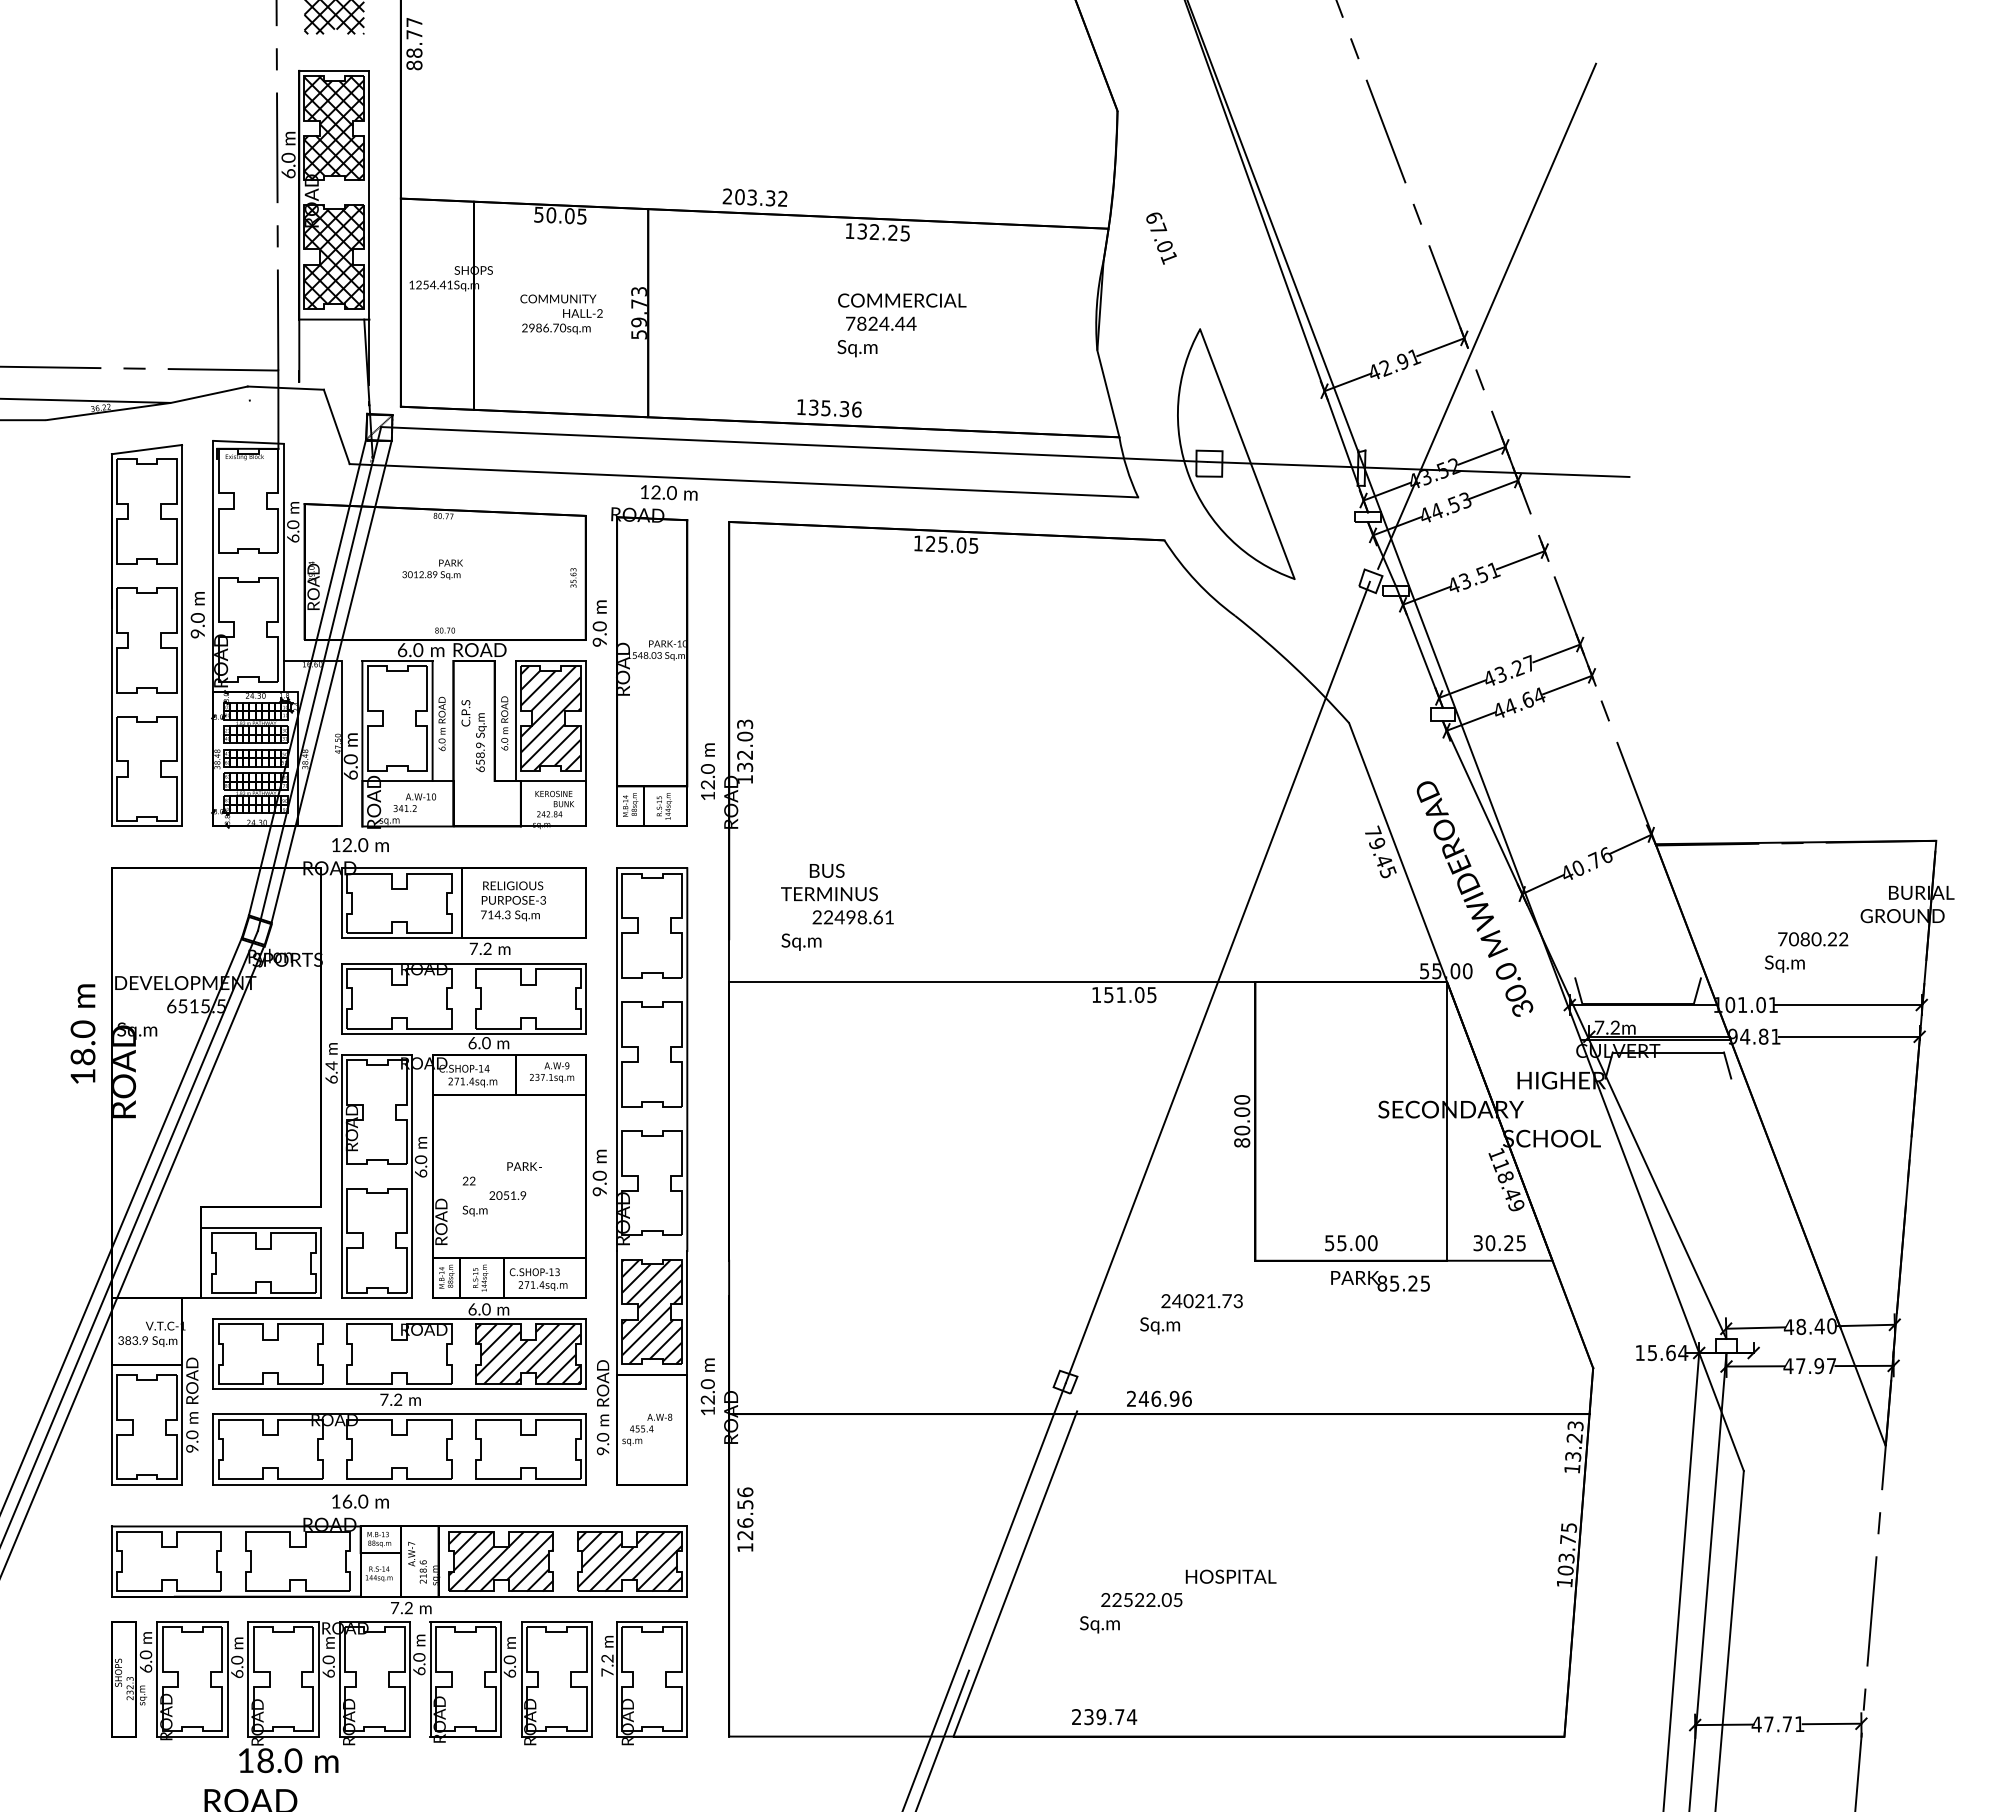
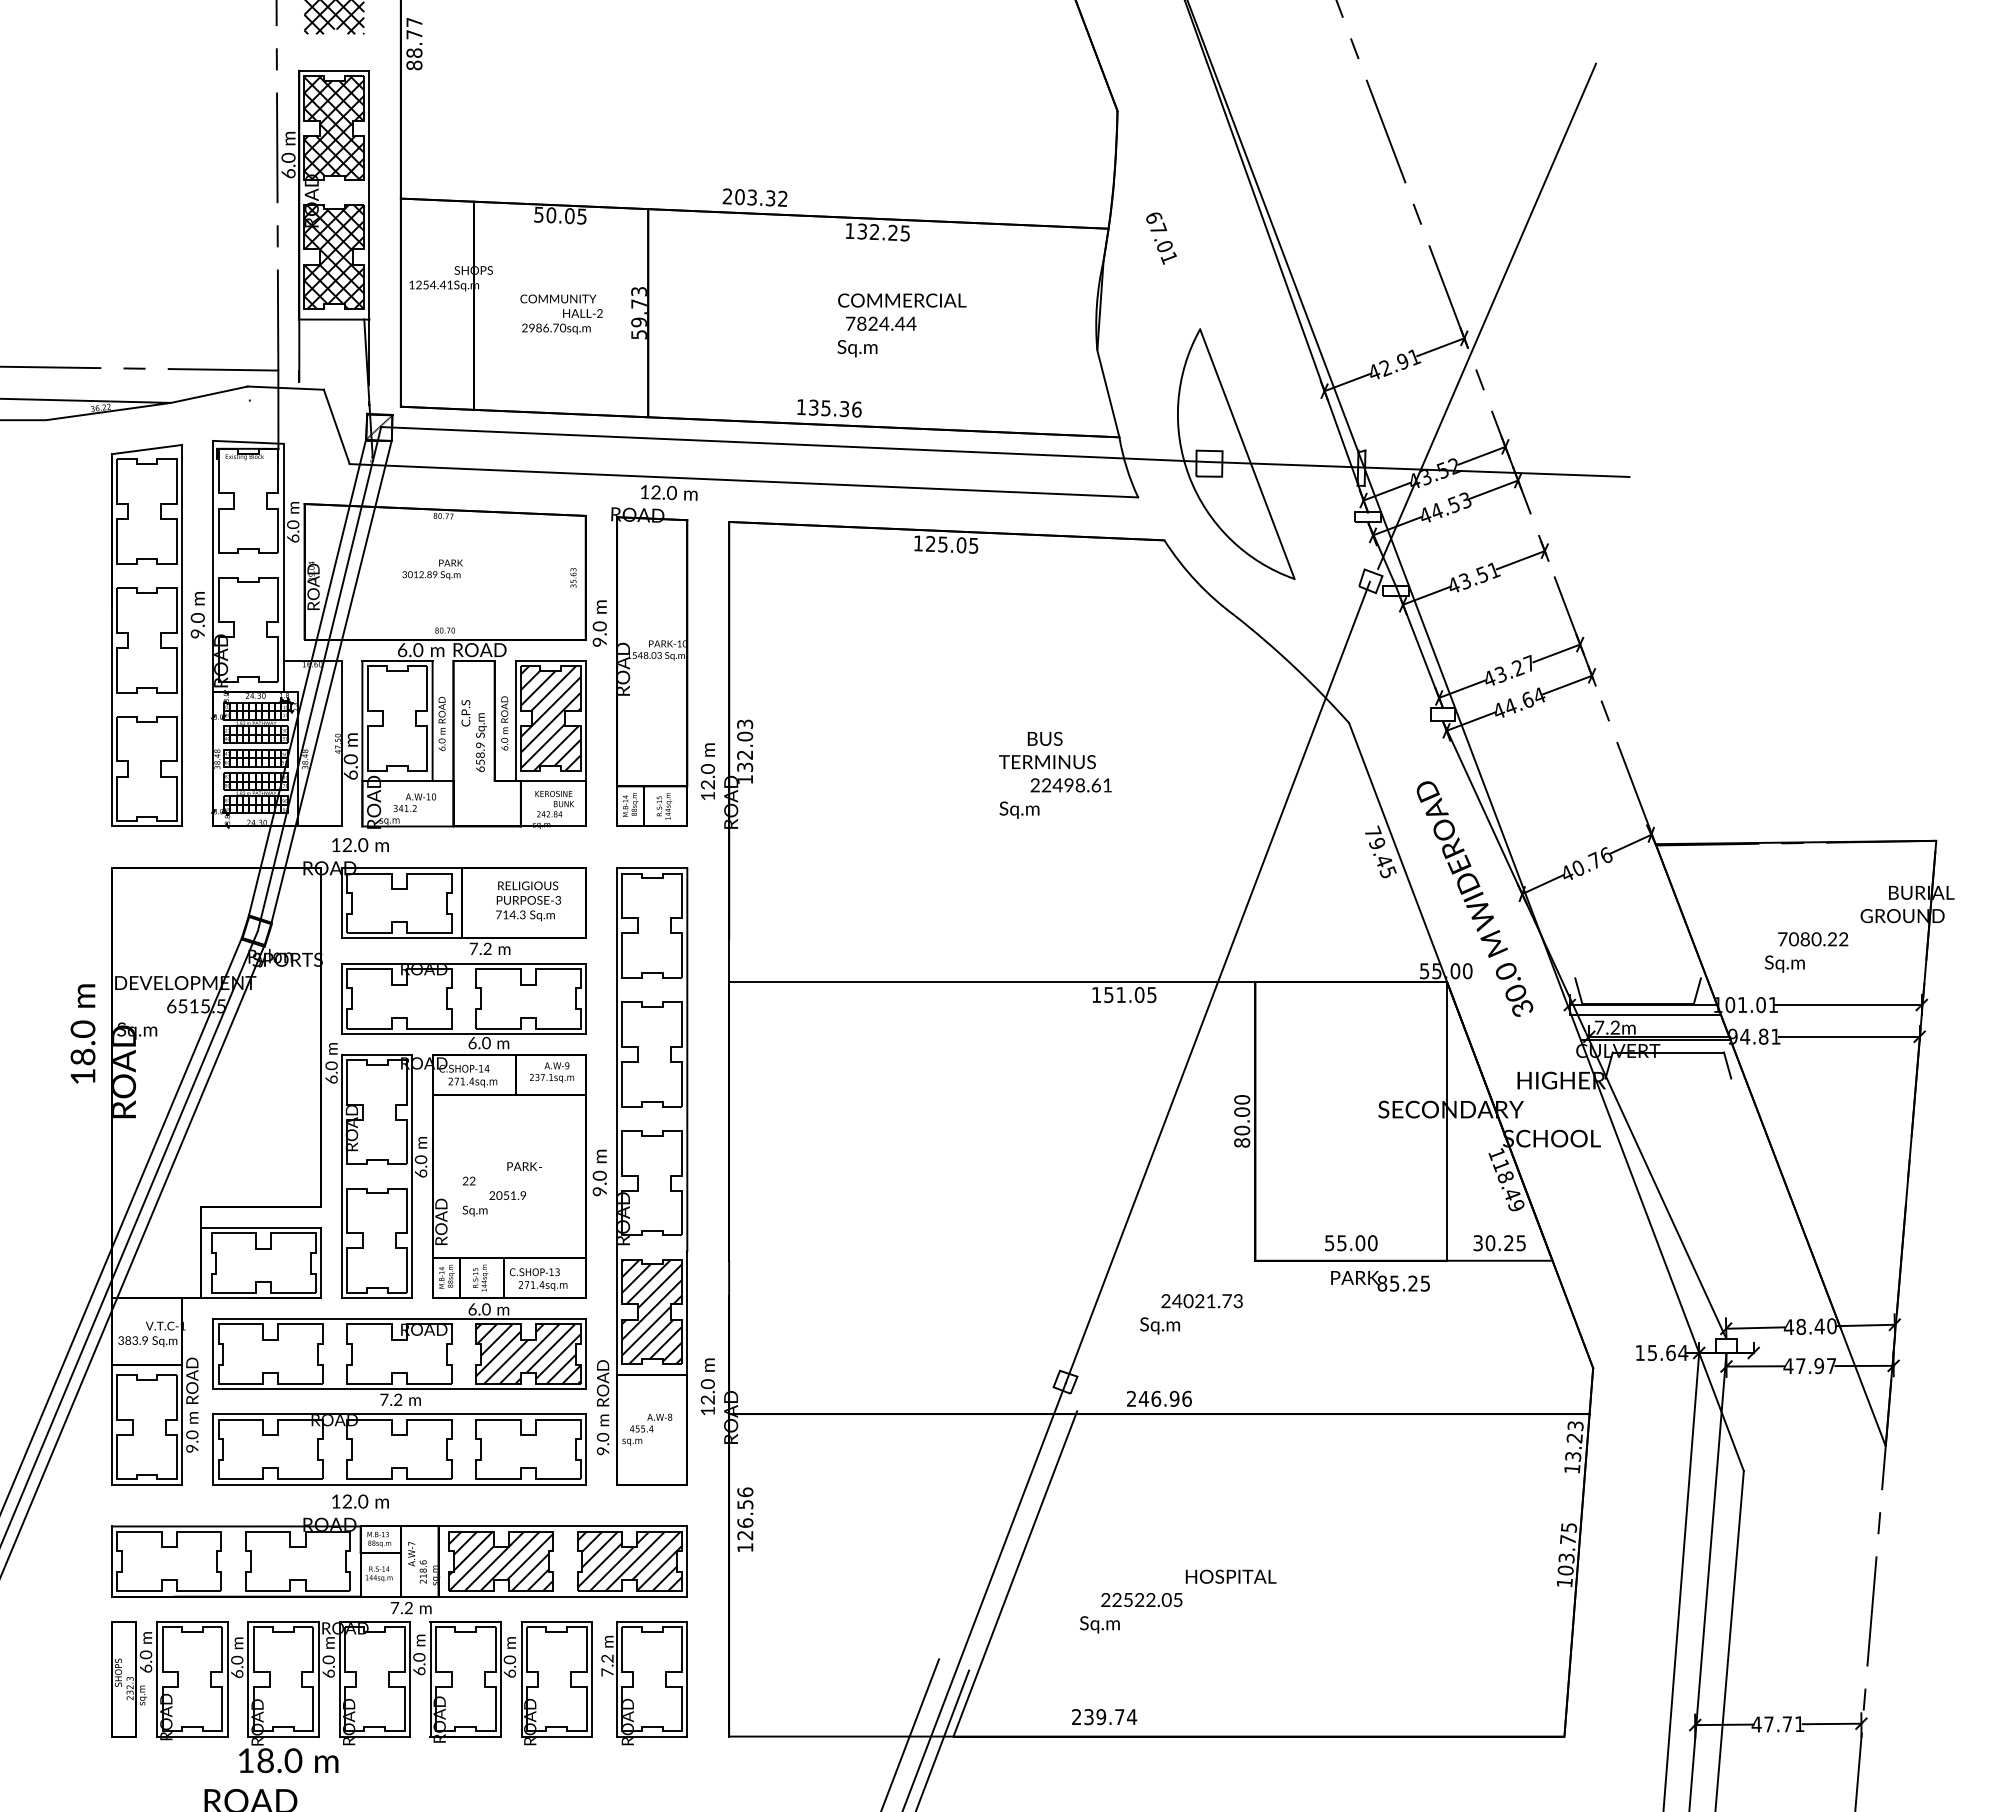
text at (513, 901) position: (513, 901) -> (528, 901)
text at (837, 906) position: (837, 906) -> (1055, 774)
line at (1646, 1015): none -> present
text at (331, 1065): 6.4 -> 6.0
text at (347, 1501): 16.0 -> 12.0
line at (910, 1733): none -> present
